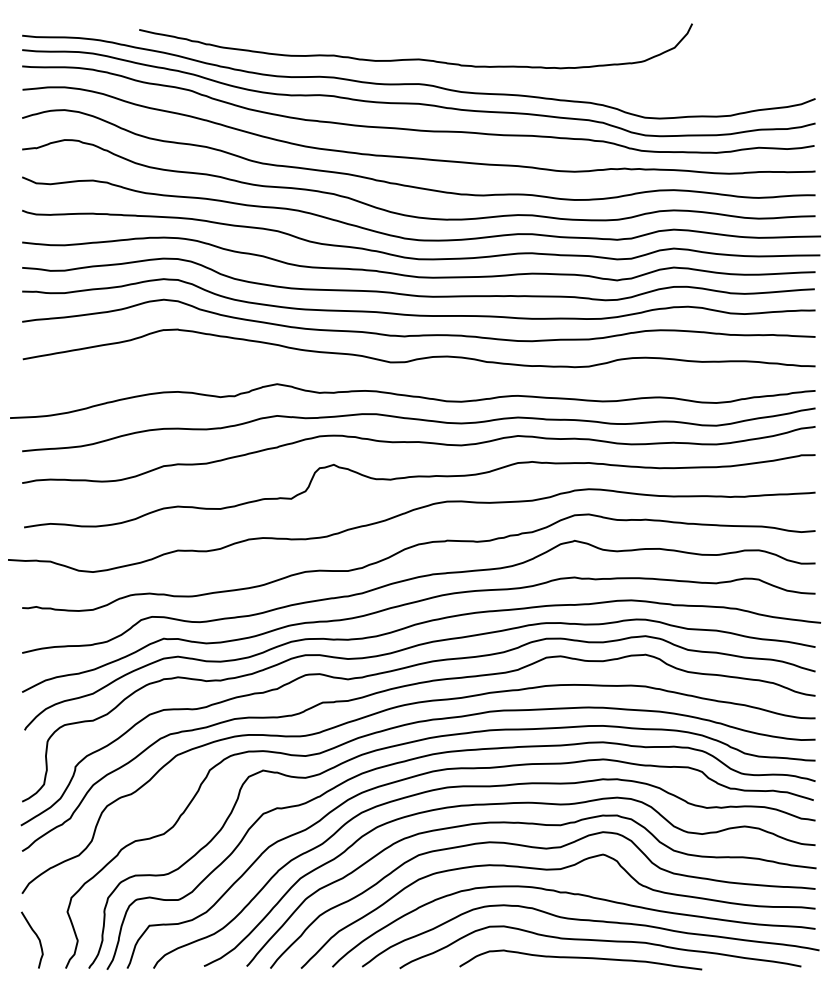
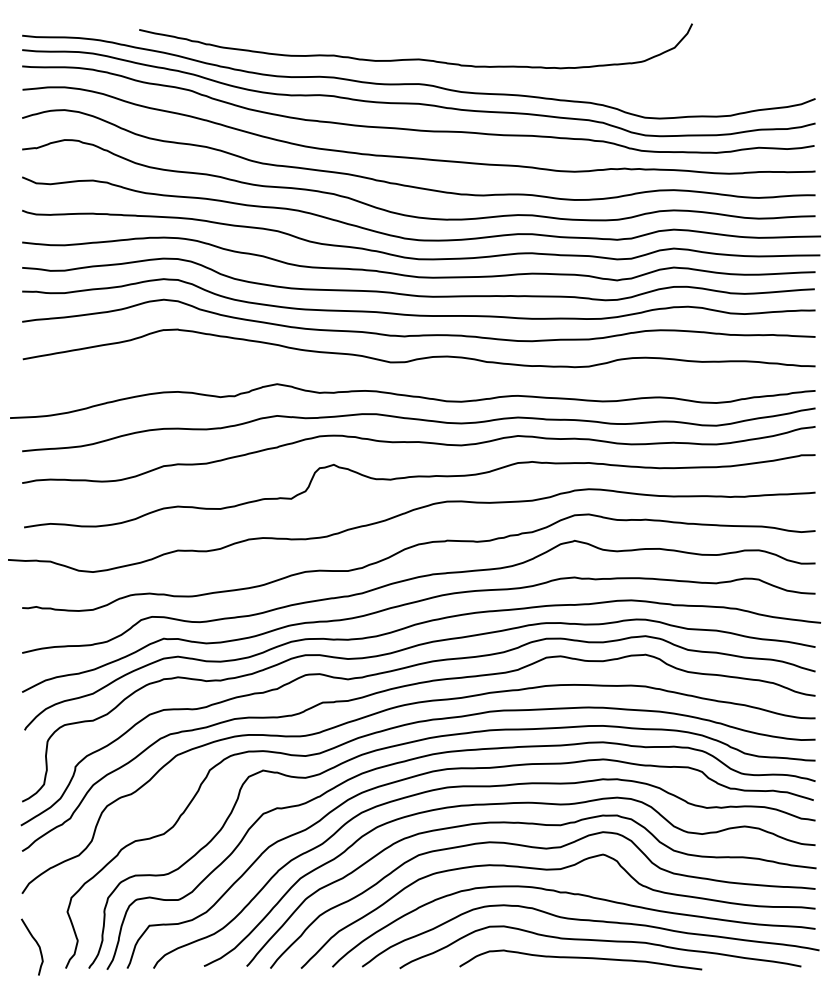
curve at (35, 935) position: (35, 935) -> (35, 942)
